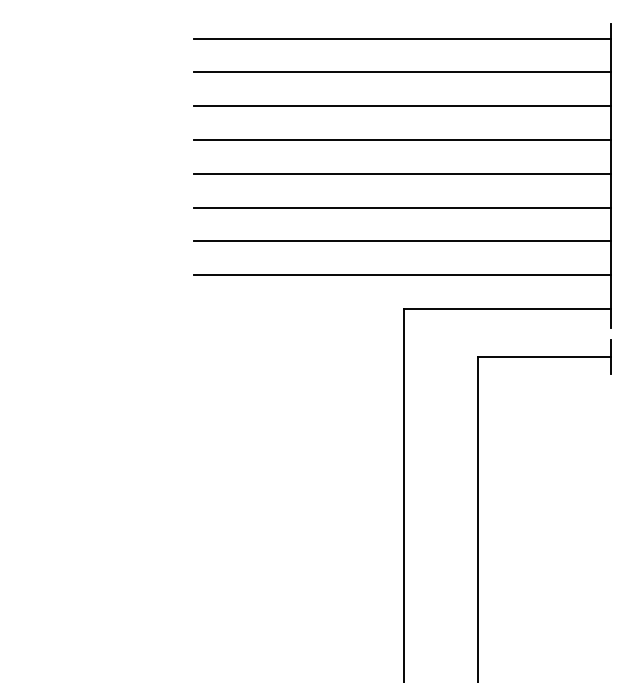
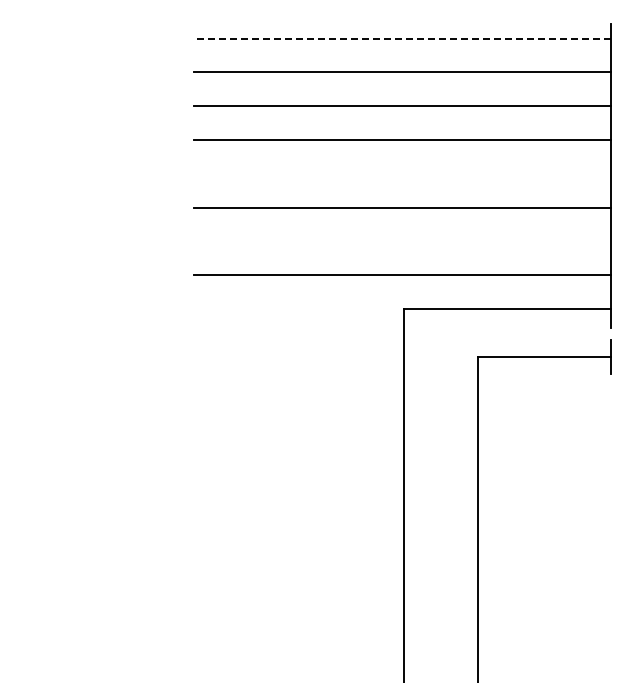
line at (402, 38): solid -> dashed
line at (402, 173): present -> none
line at (402, 241): present -> none
